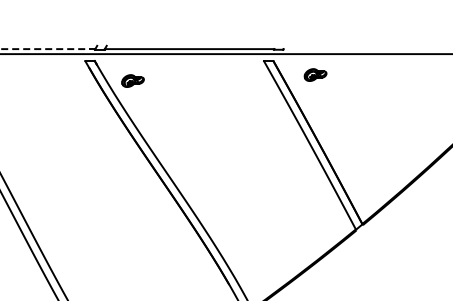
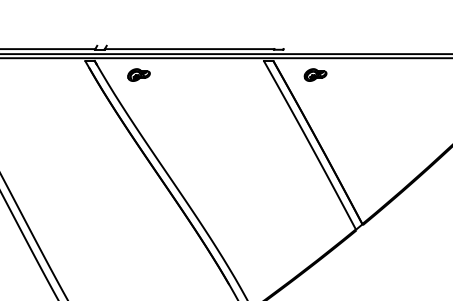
line at (48, 49): dashed -> solid
line at (225, 58): none -> present
part at (132, 80) position: (132, 80) -> (138, 74)
